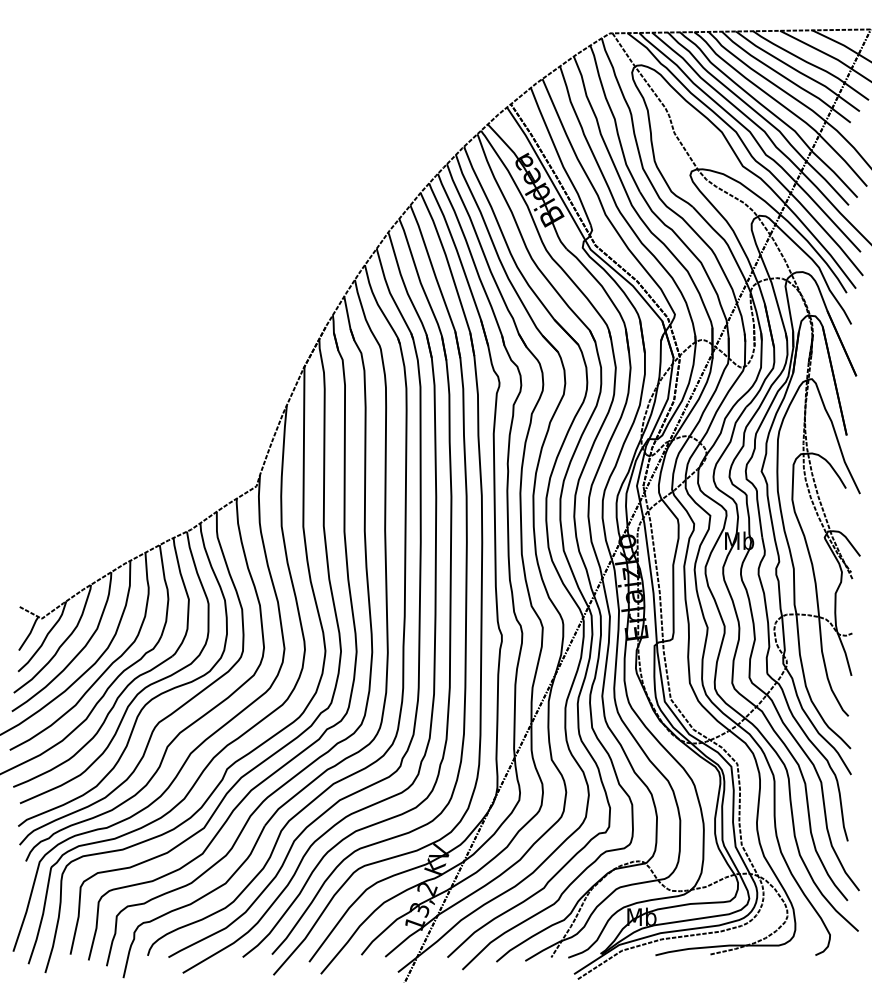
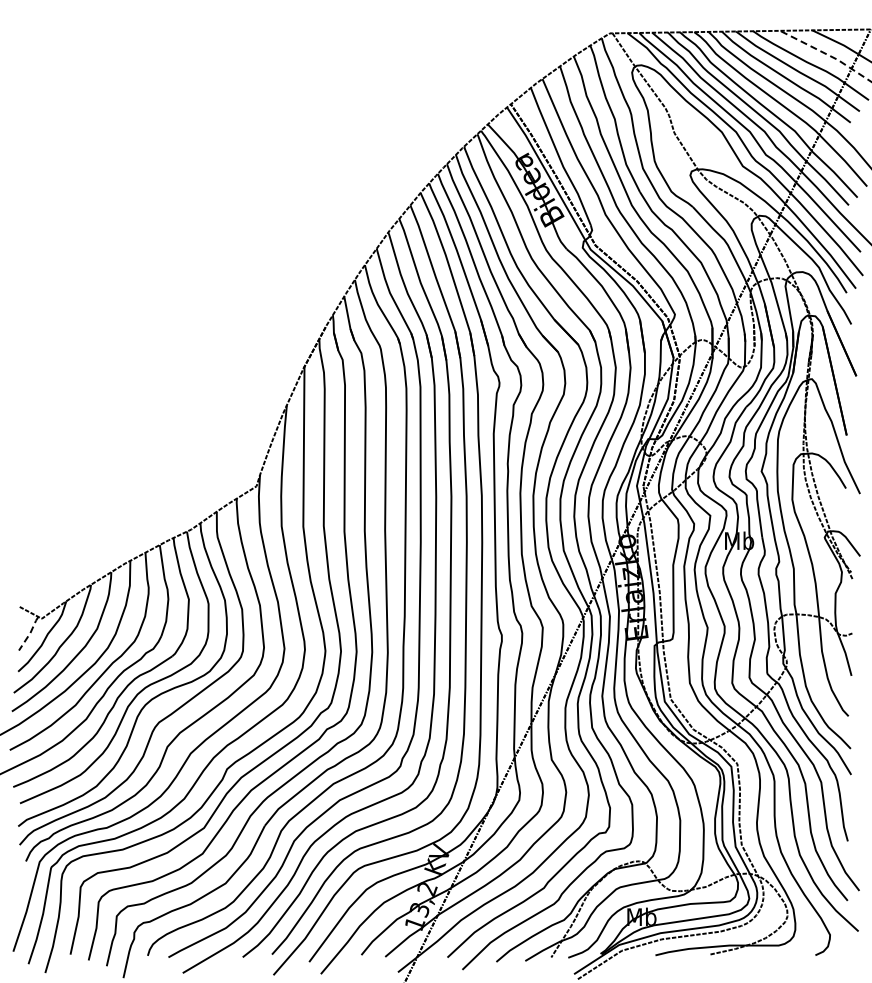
line at (827, 54): solid -> dashed
line at (30, 633): solid -> dashed
